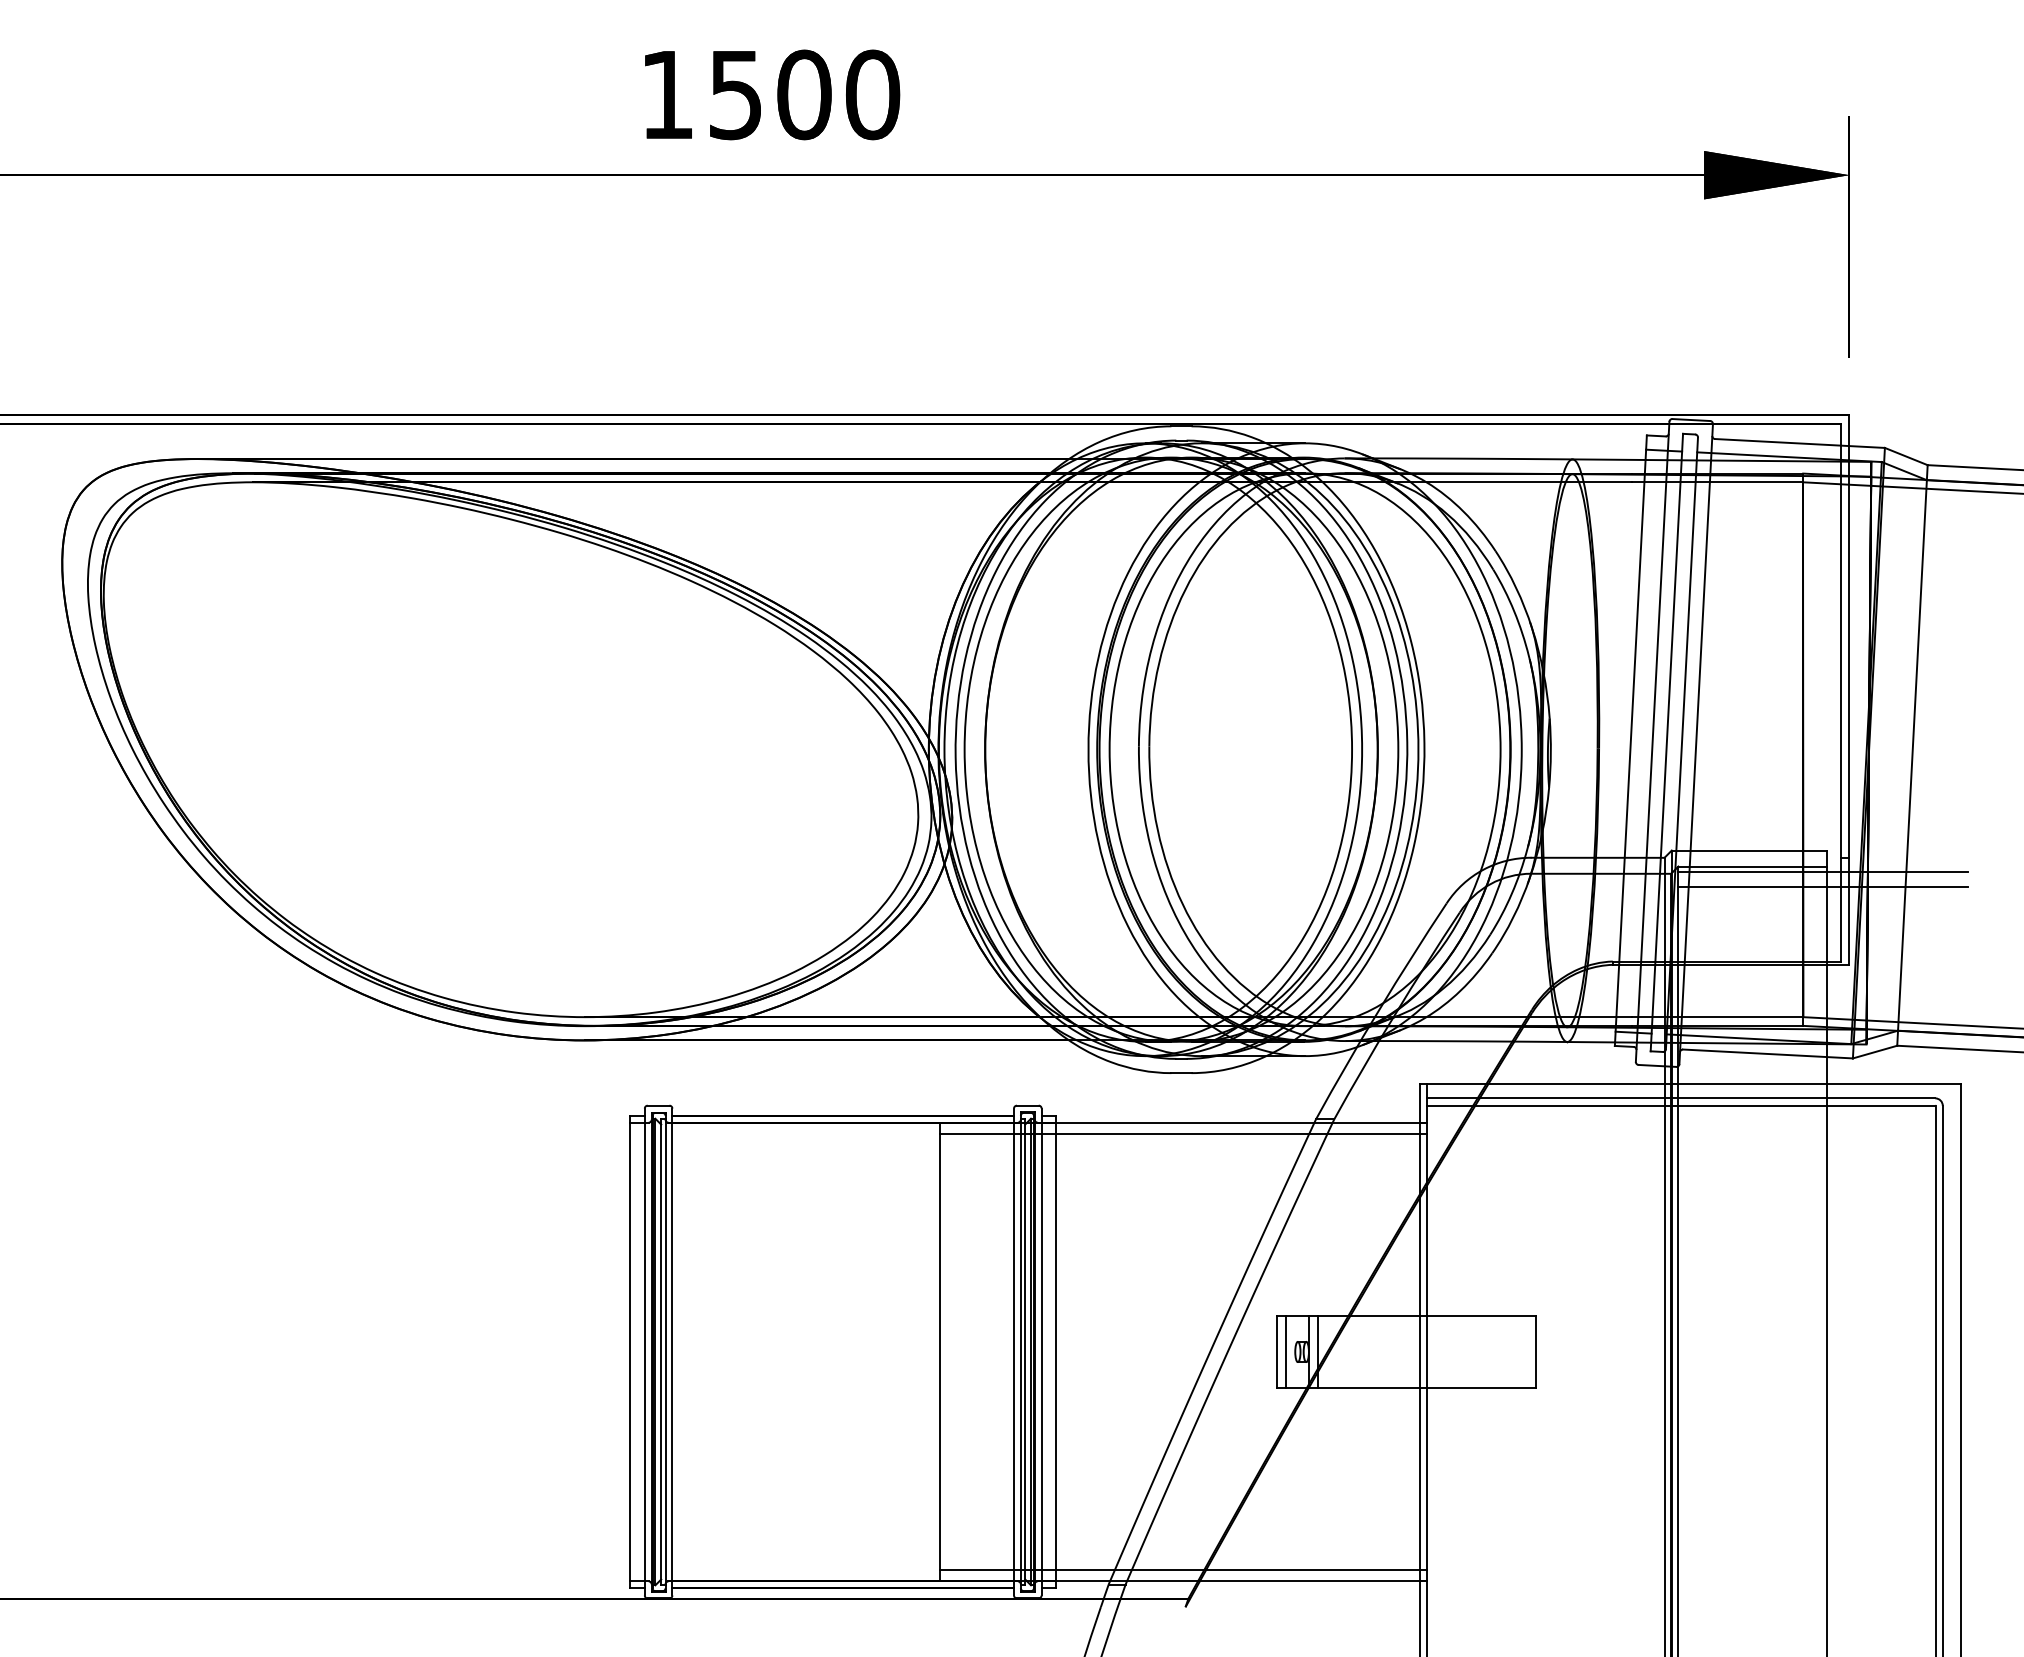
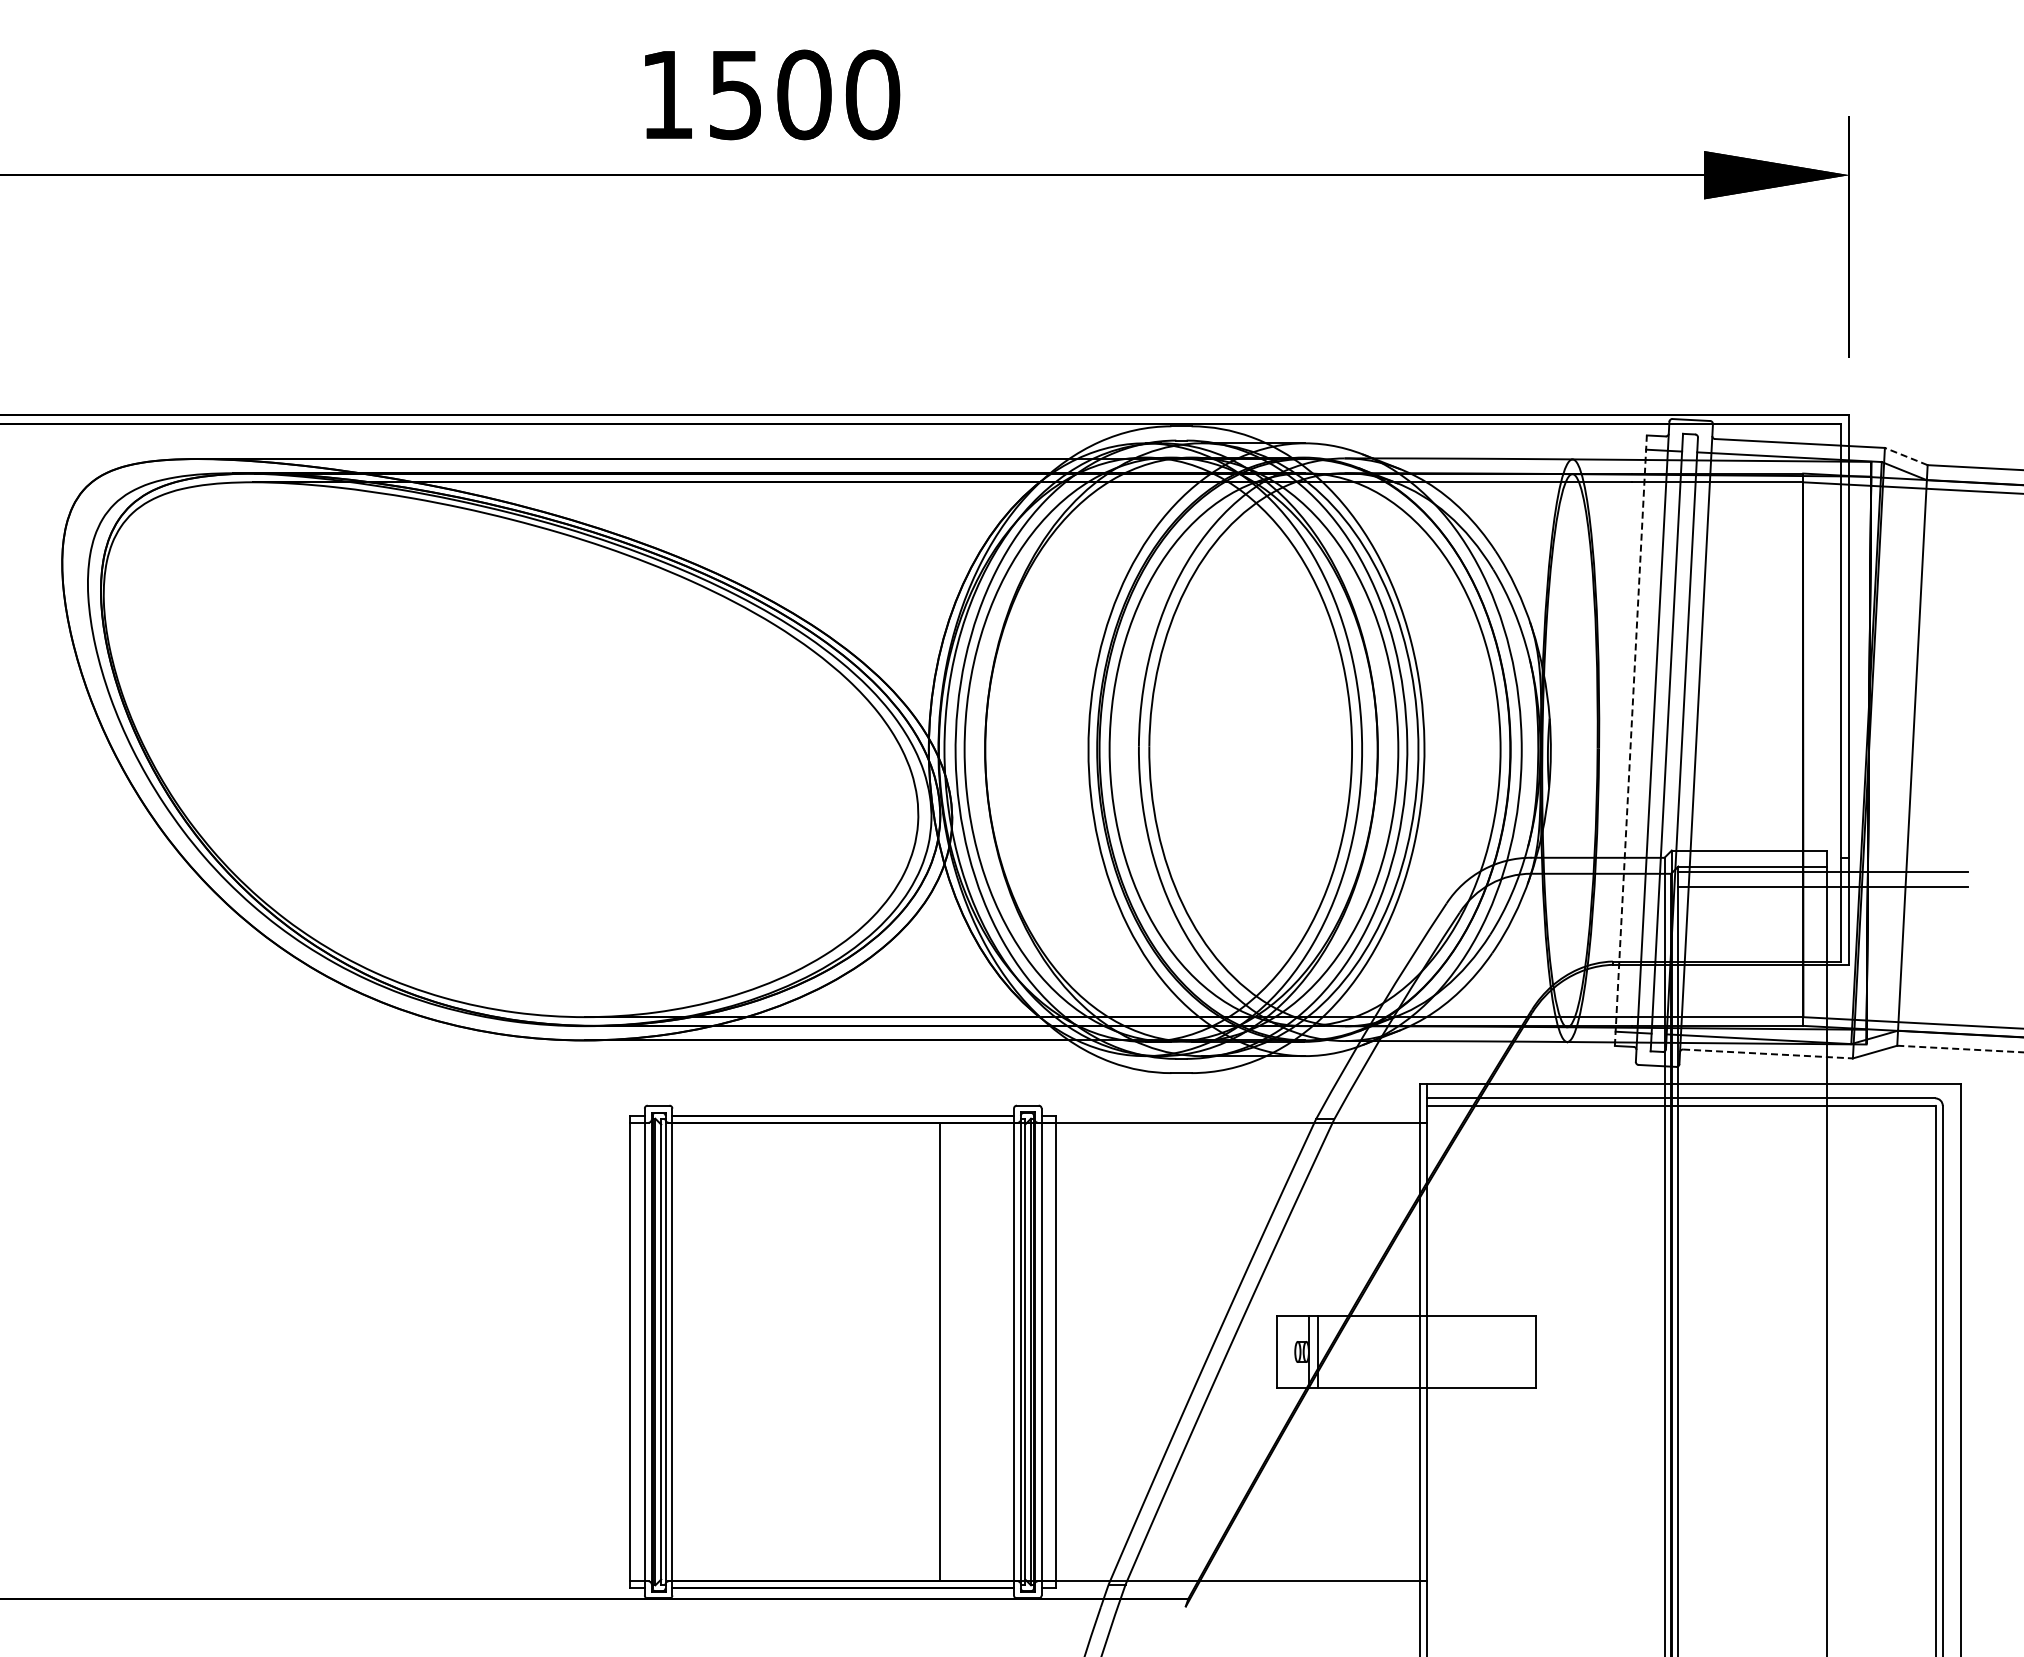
line at (1905, 456): solid -> dashed
line at (1630, 740): solid -> dashed
line at (1960, 1049): solid -> dashed
line at (1768, 1054): solid -> dashed
line at (1182, 1134): present -> none
line at (1285, 1351): present -> none
line at (1182, 1569): present -> none
